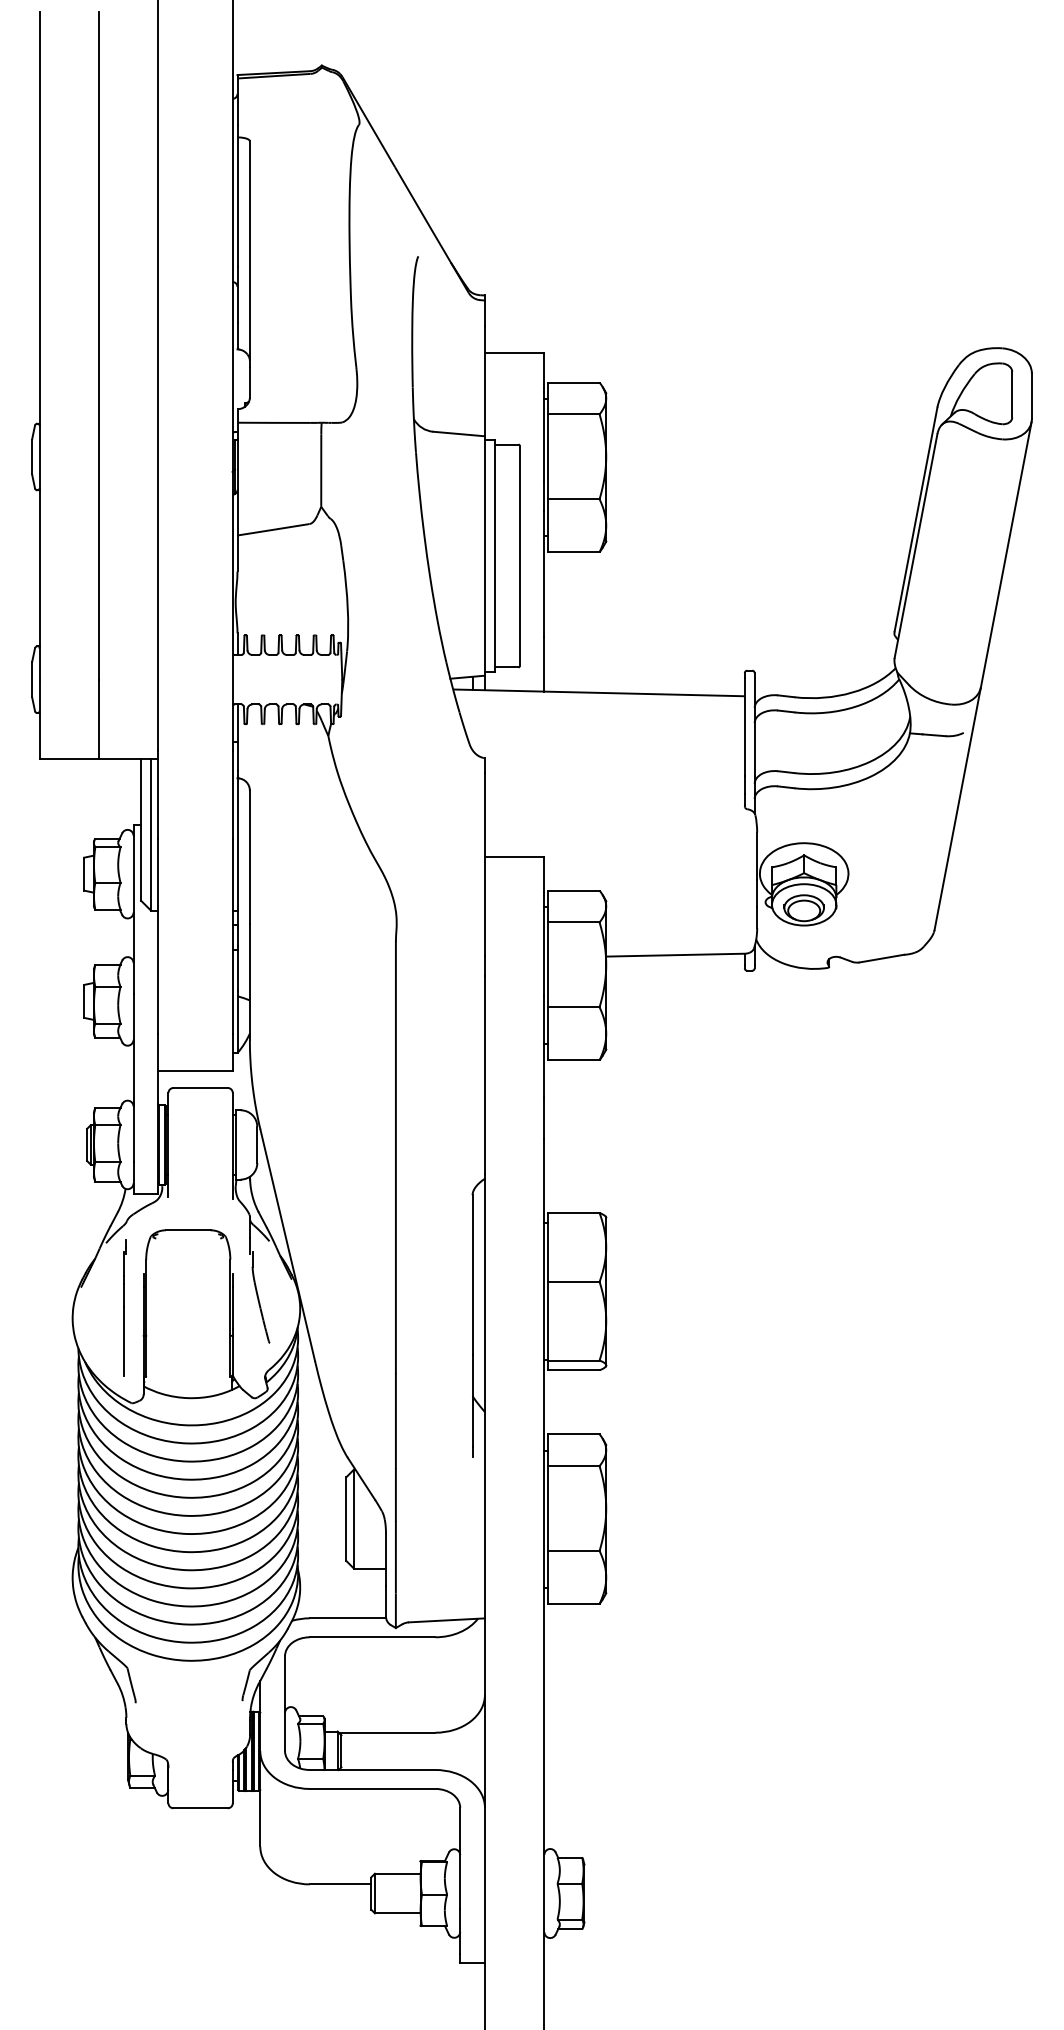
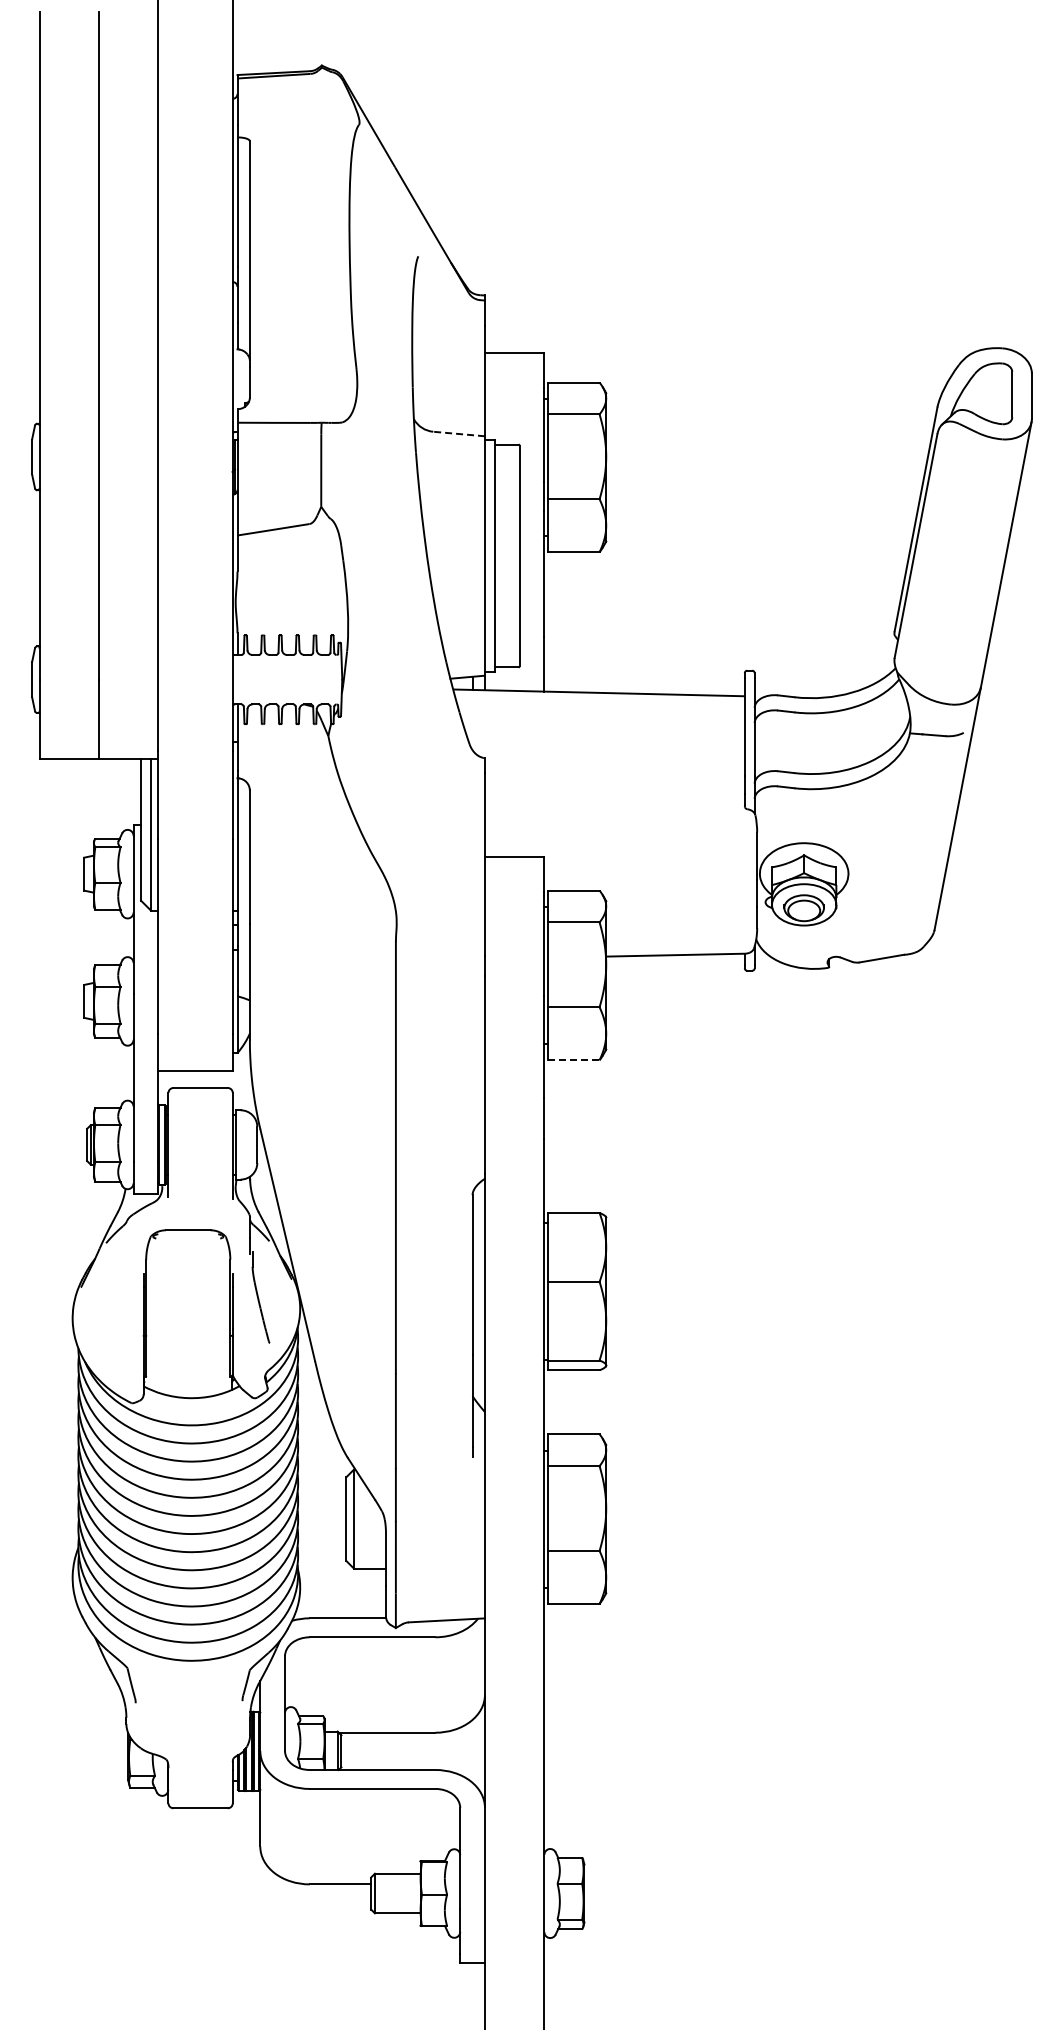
line at (459, 434): solid -> dashed
line at (573, 1060): solid -> dashed
part at (124, 1307): present -> none
